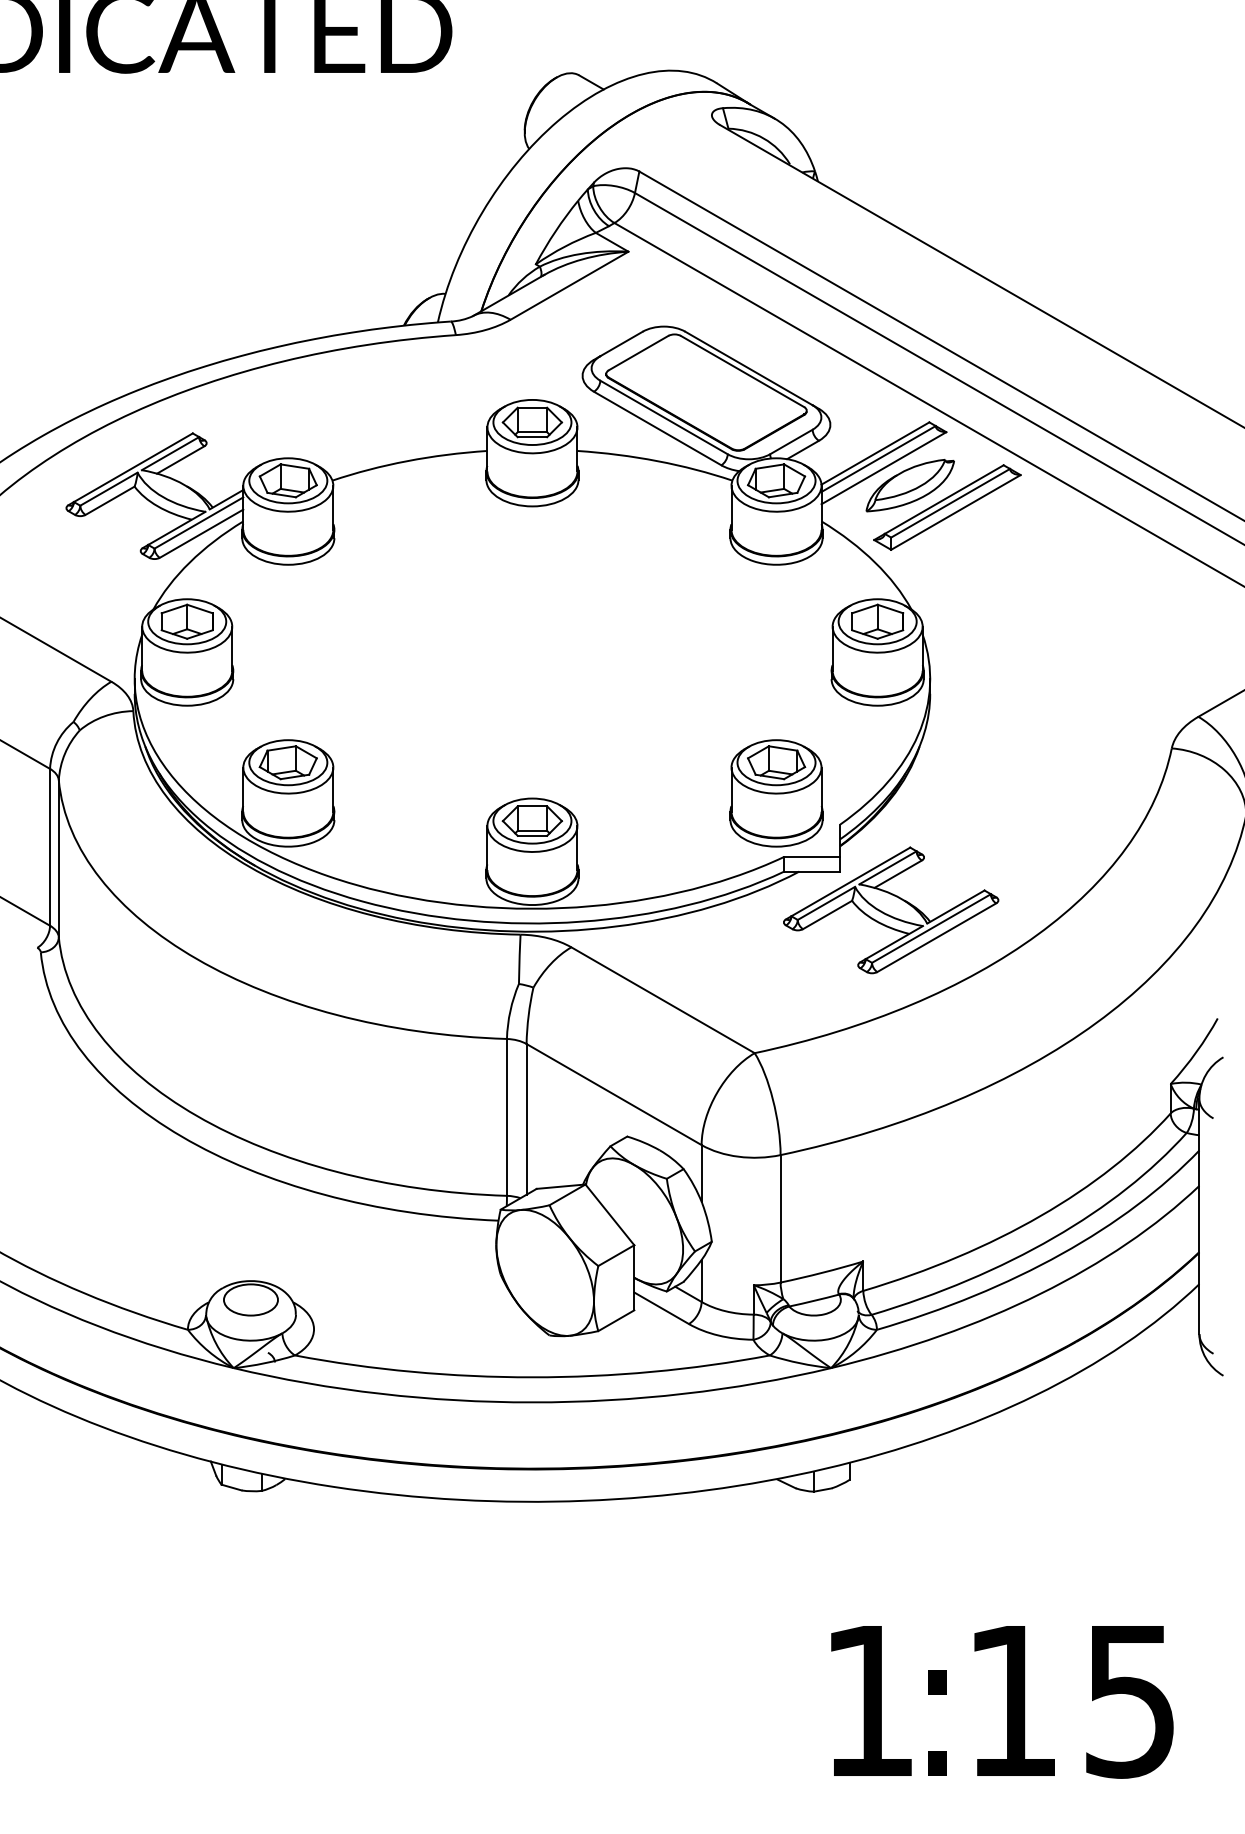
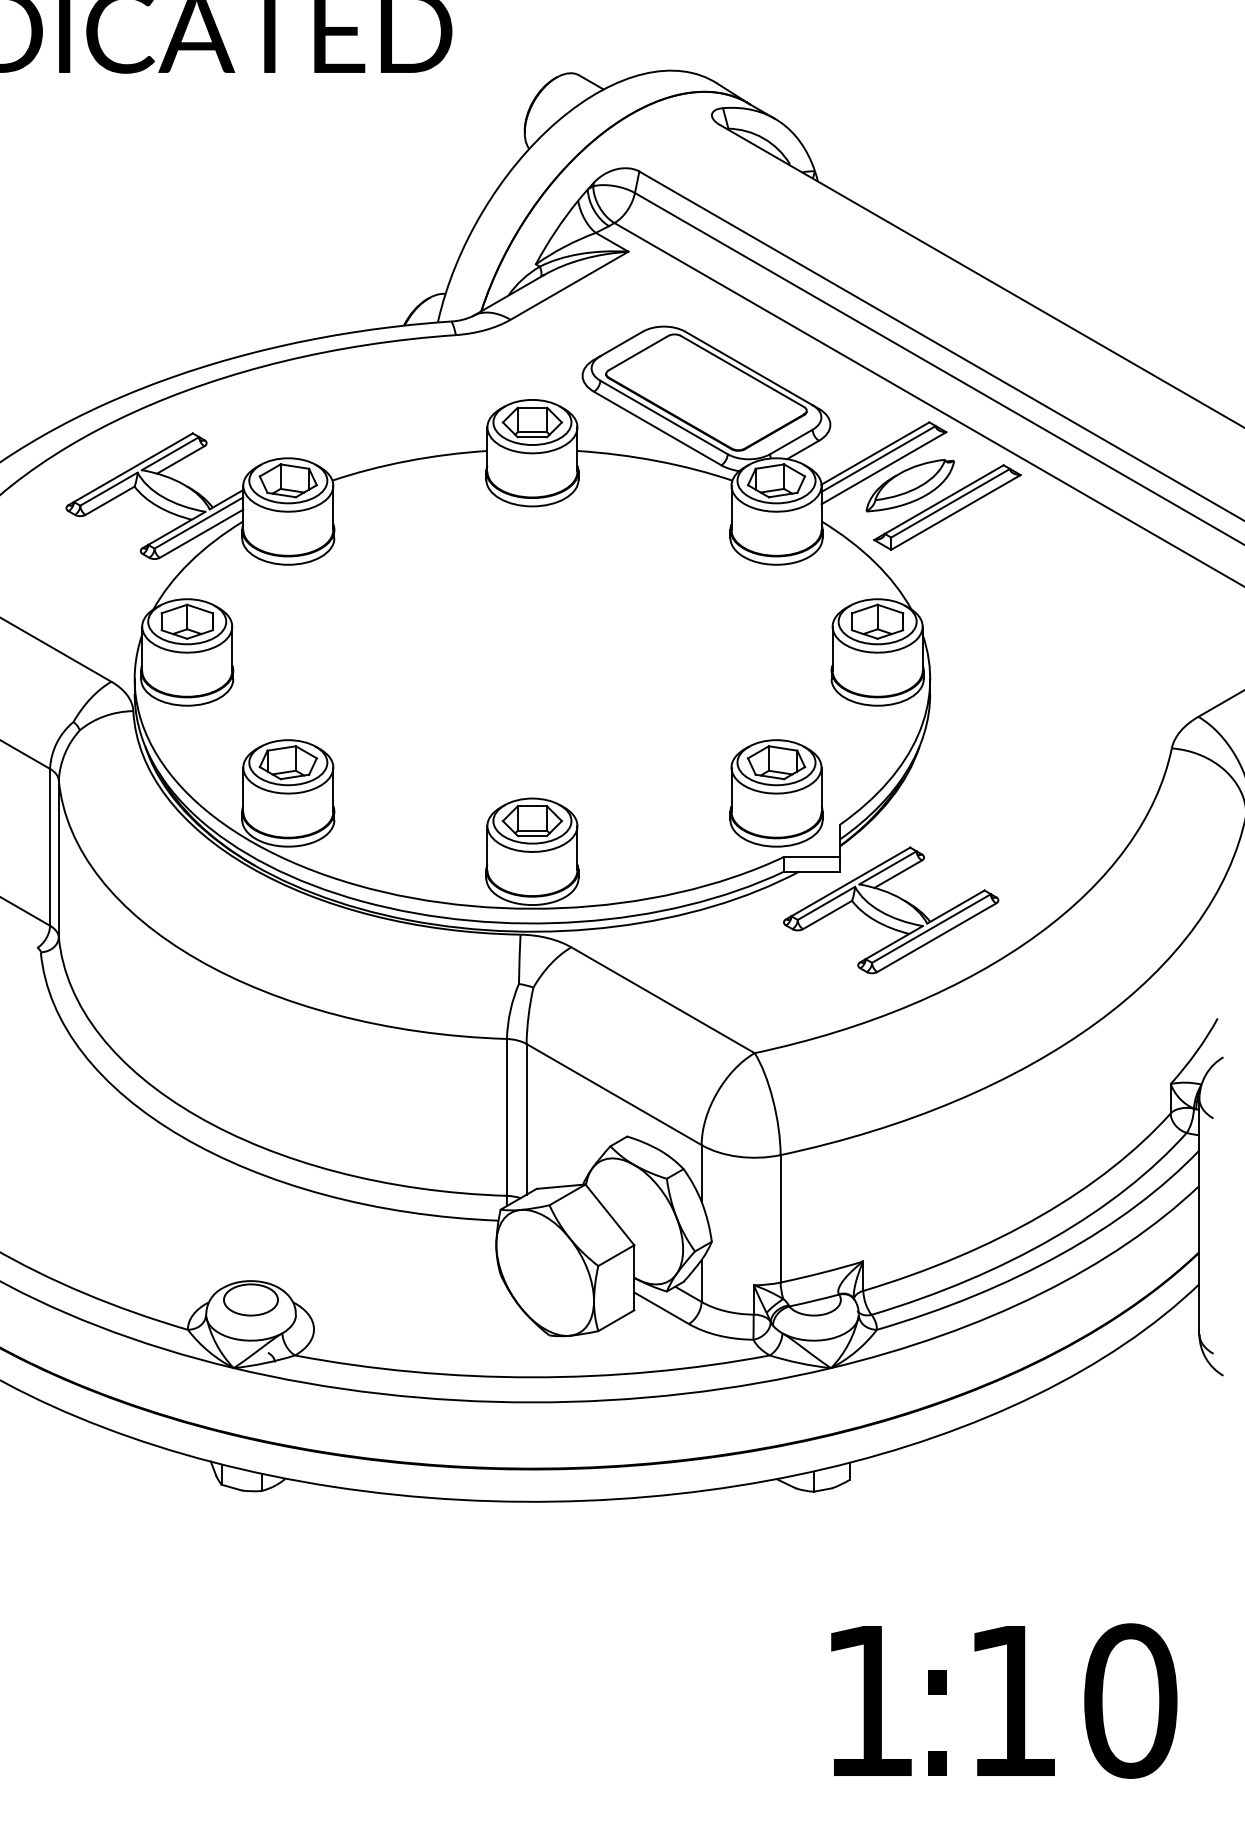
text at (1130, 1700): 15 -> 10
